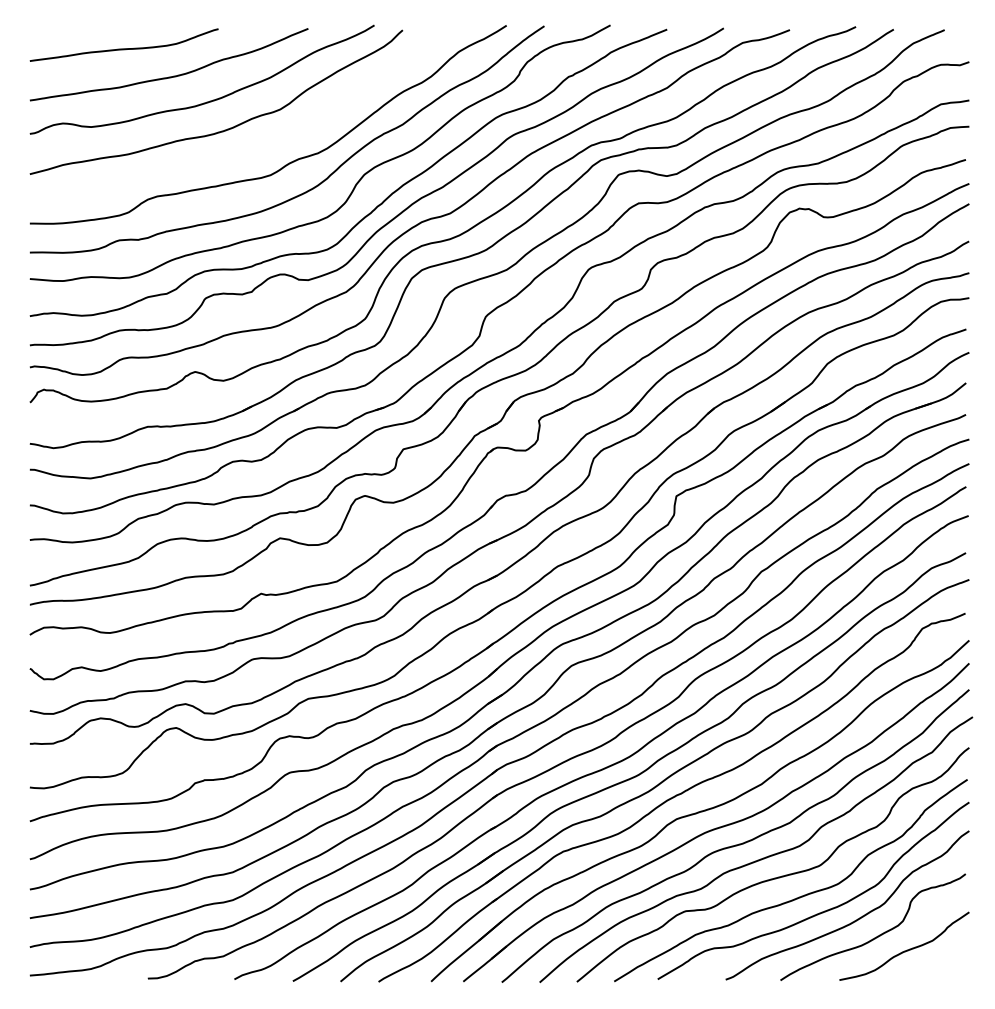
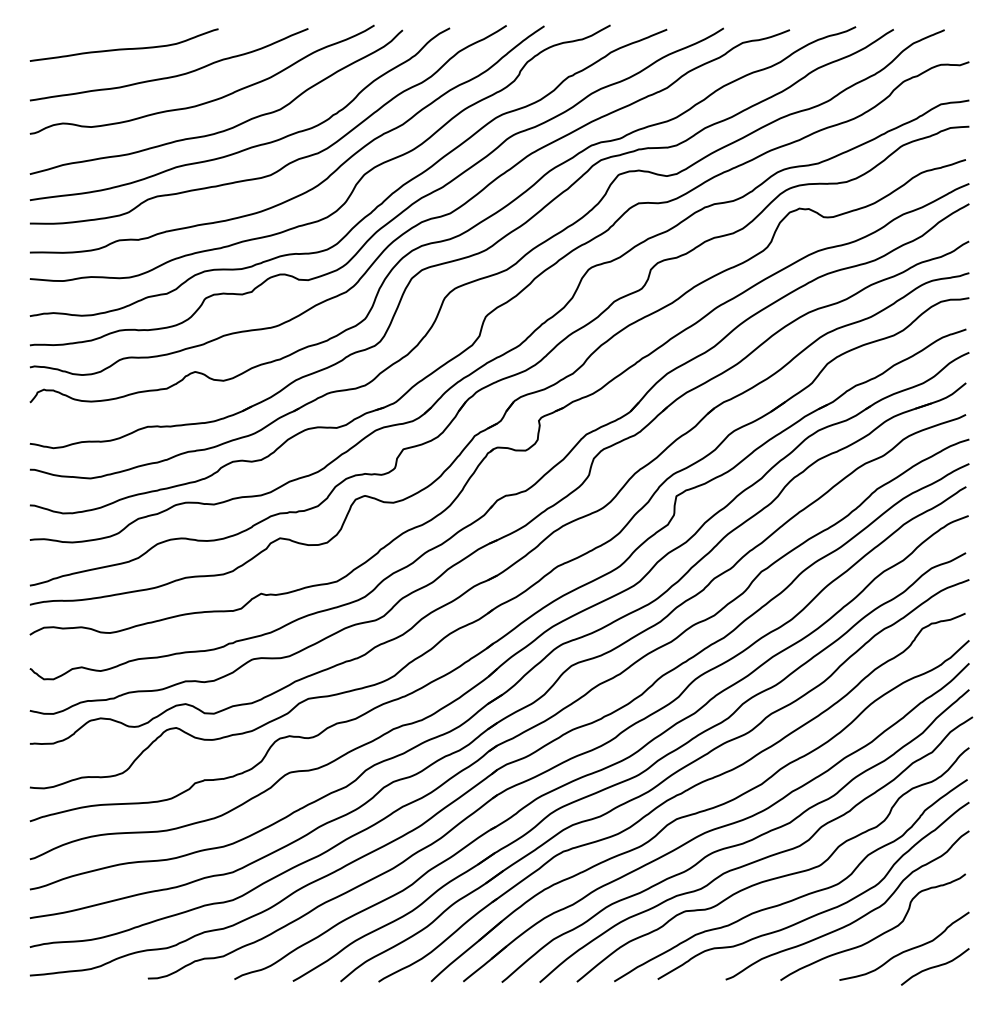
curve at (250, 146): none -> present
curve at (934, 966): none -> present
